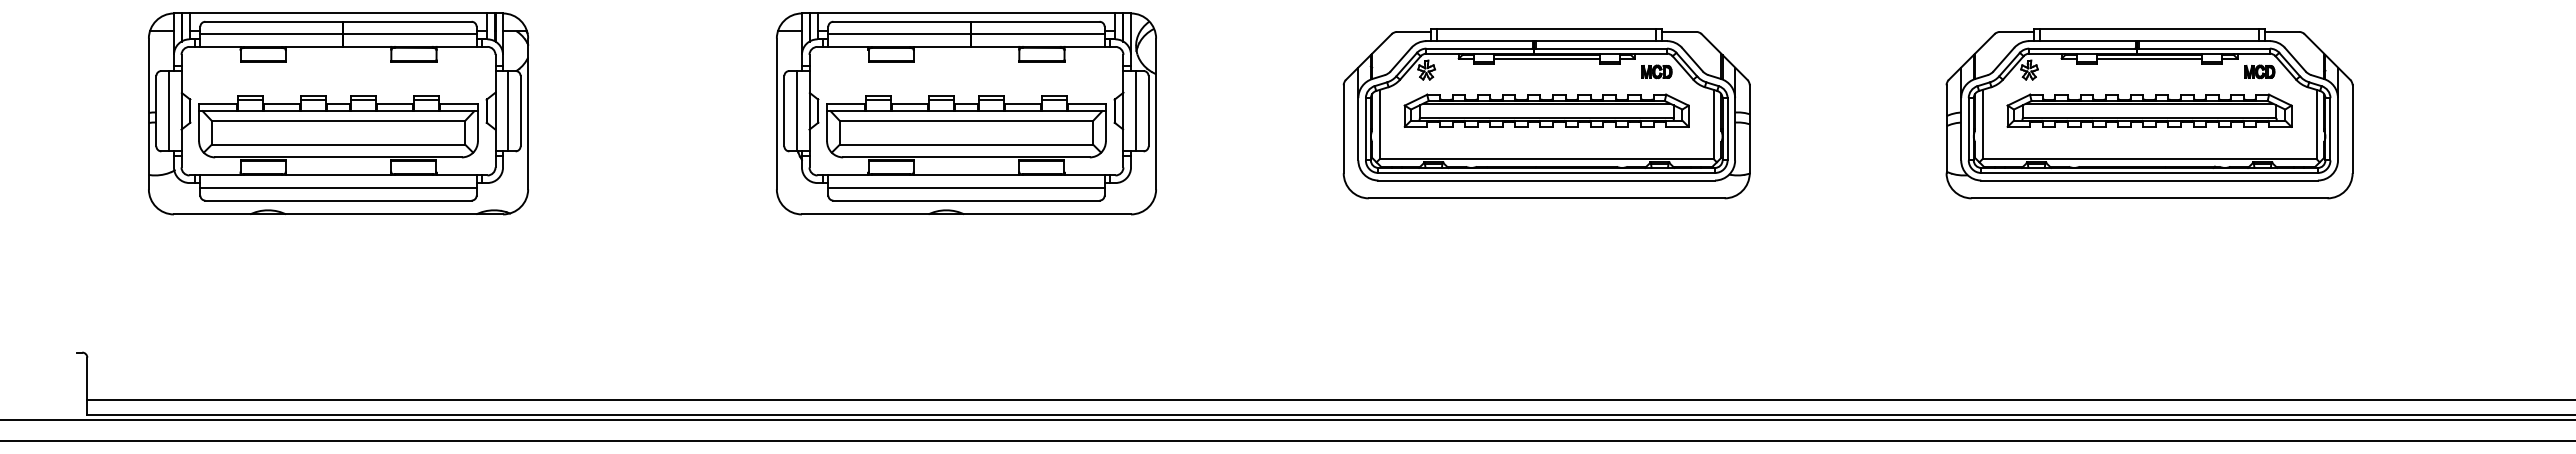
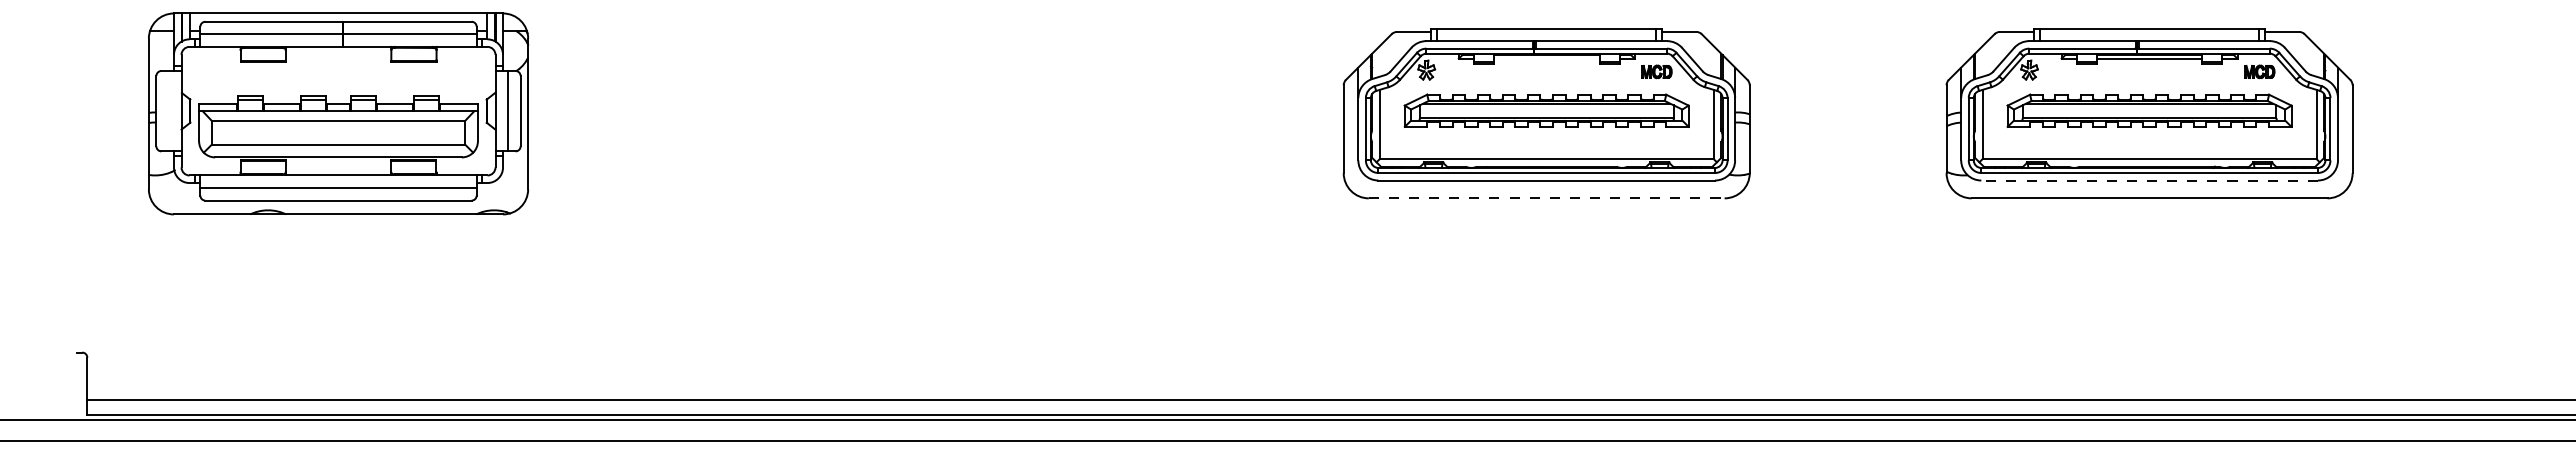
line at (1546, 58): present -> none
line at (168, 111): present -> none
part at (966, 113): present -> none
line at (2149, 180): solid -> dashed
line at (1546, 198): solid -> dashed
